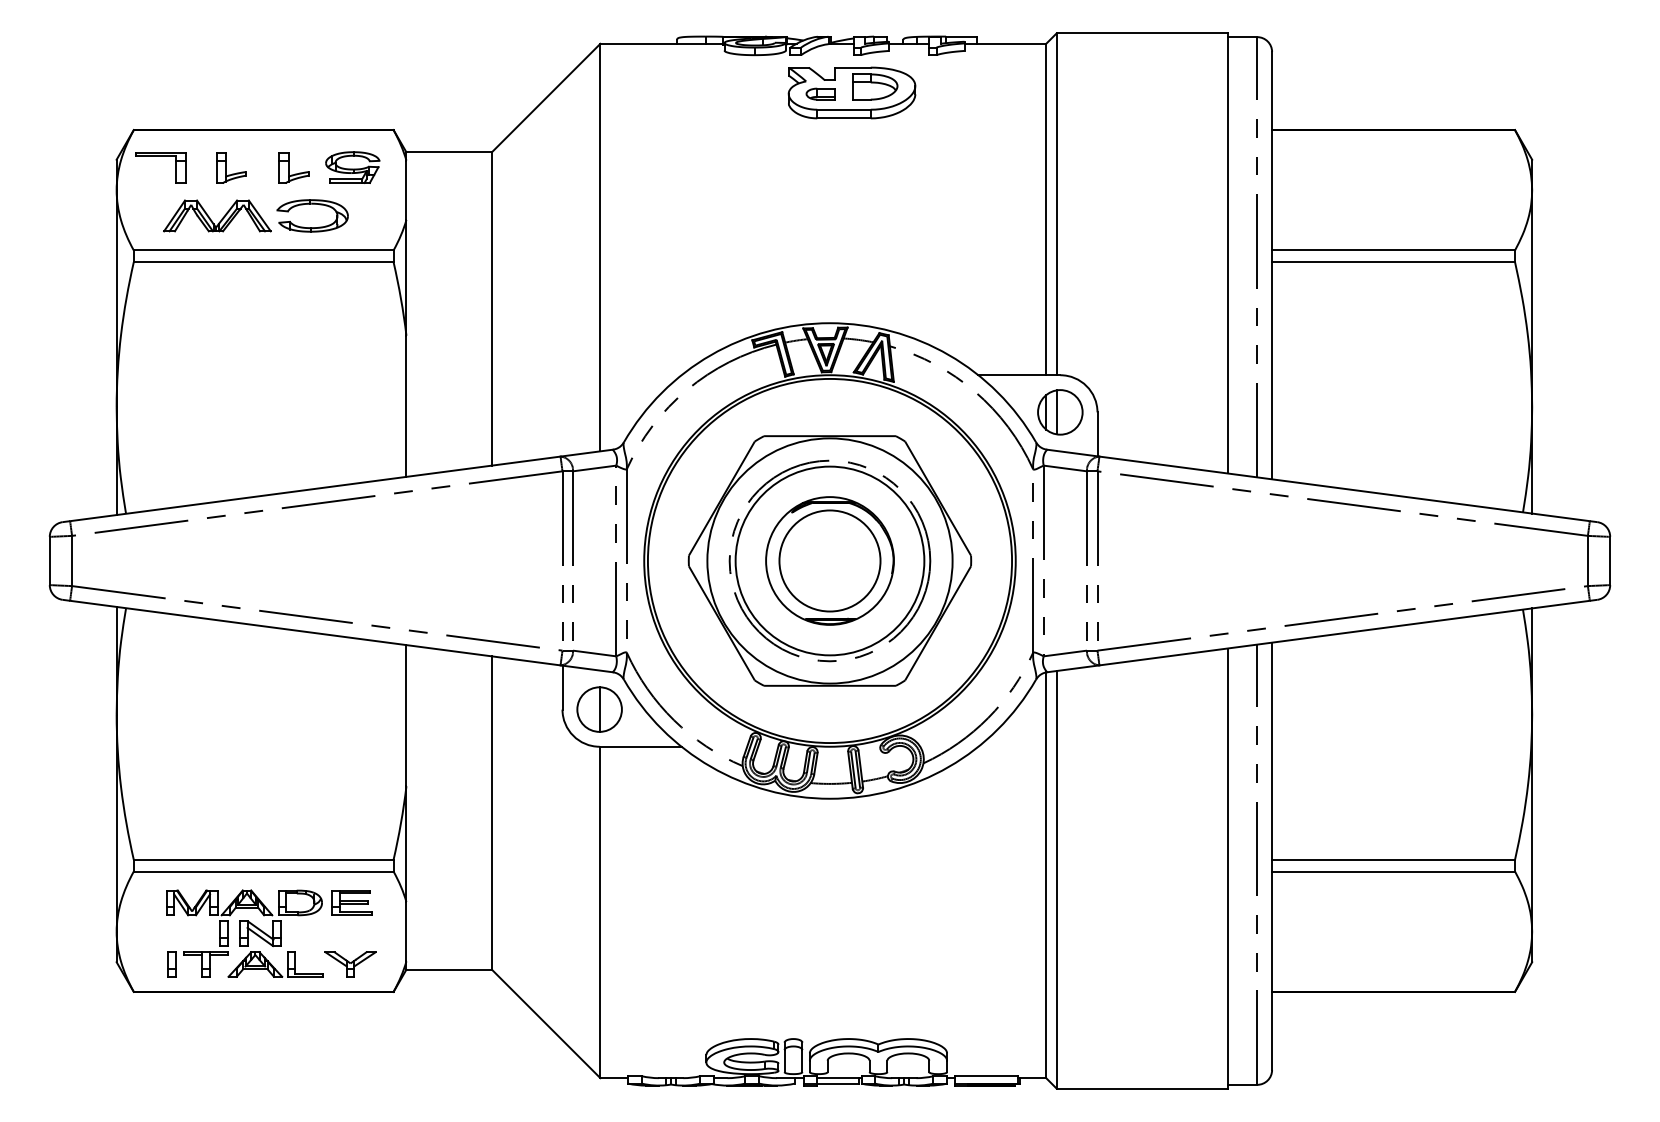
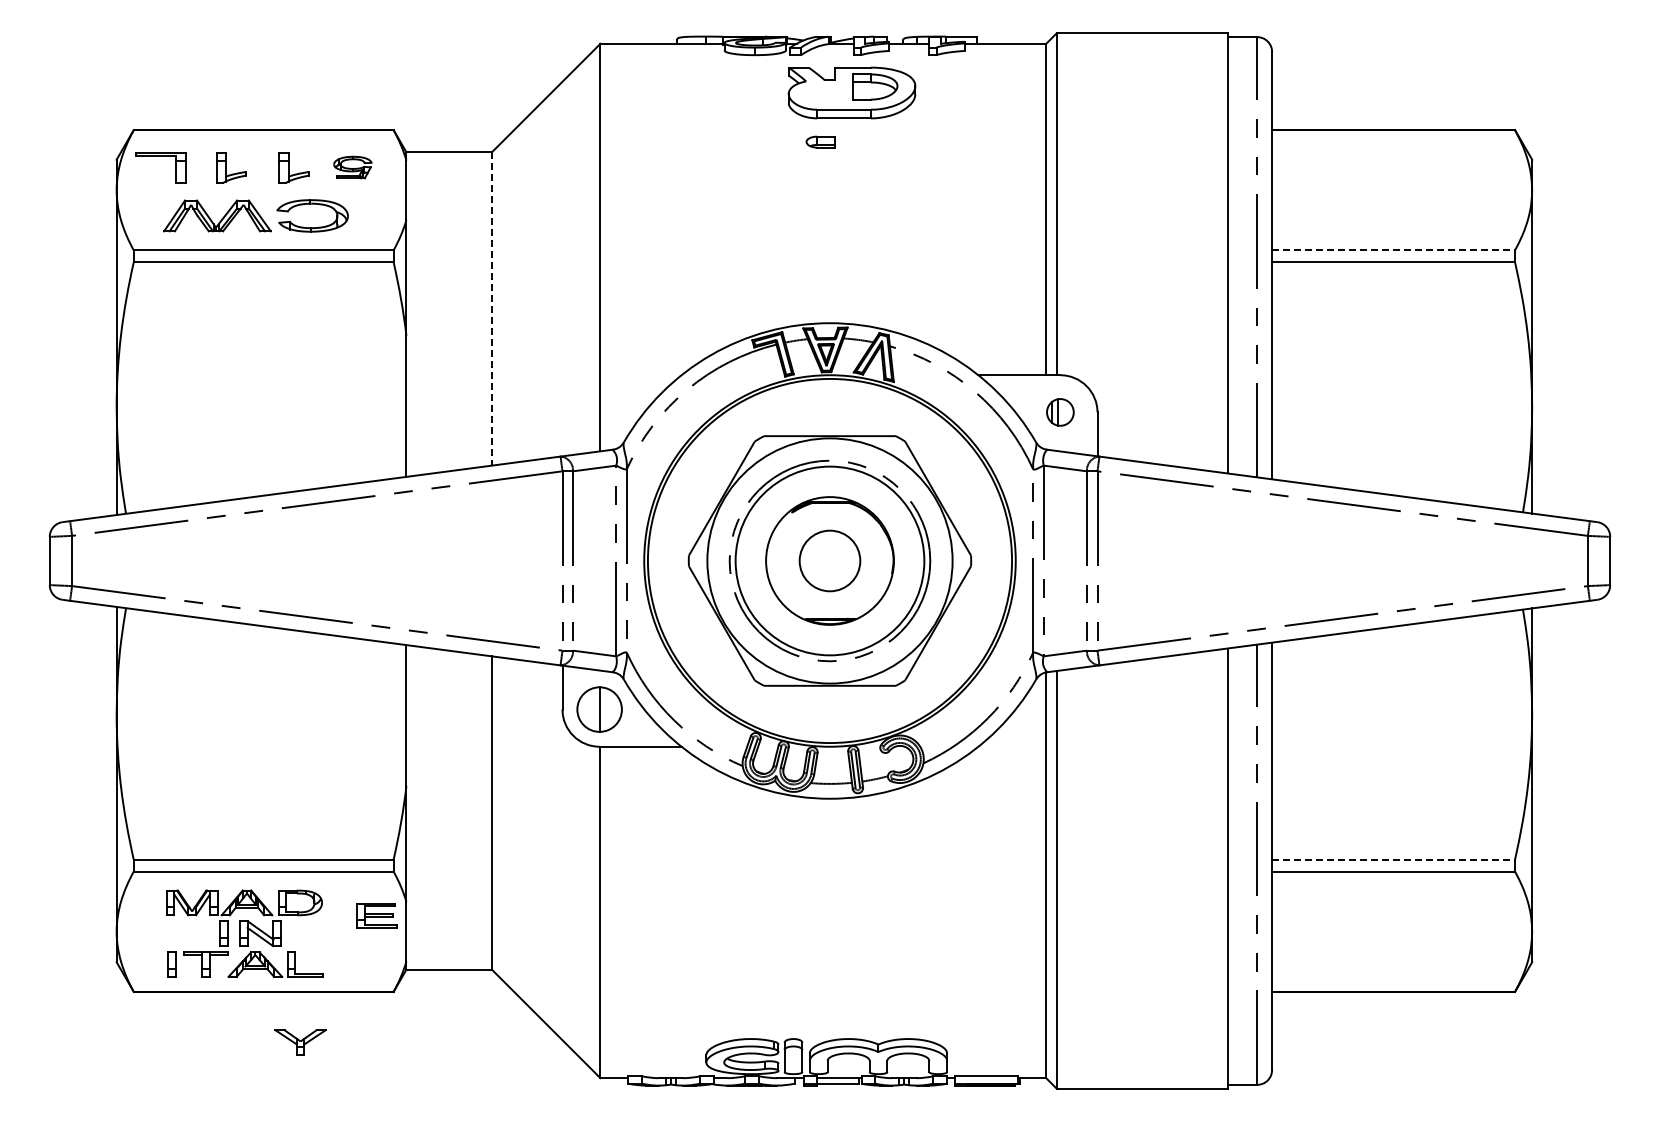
part at (820, 93) position: (820, 93) -> (820, 141)
part at (352, 167) size: 56x33 px -> 40x25 px
line at (1394, 250): solid -> dashed
line at (491, 308): solid -> dashed
part at (1060, 412) size: 47x47 px -> 29x29 px
circle at (829, 560) diameter: 101 px -> 61 px
line at (1394, 859): solid -> dashed
part at (351, 902) position: (351, 902) -> (376, 915)
part at (350, 964) position: (350, 964) -> (300, 1042)
